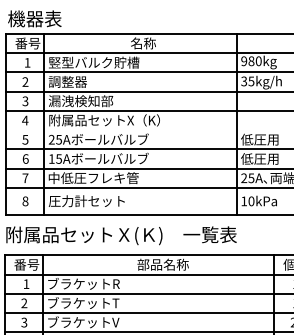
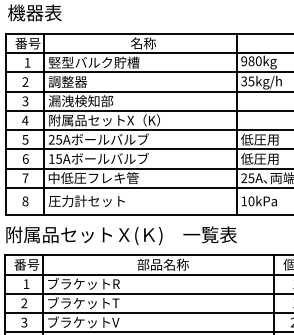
text at (34, 18) position: (34, 18) -> (34, 12)
line at (147, 130): none -> present
